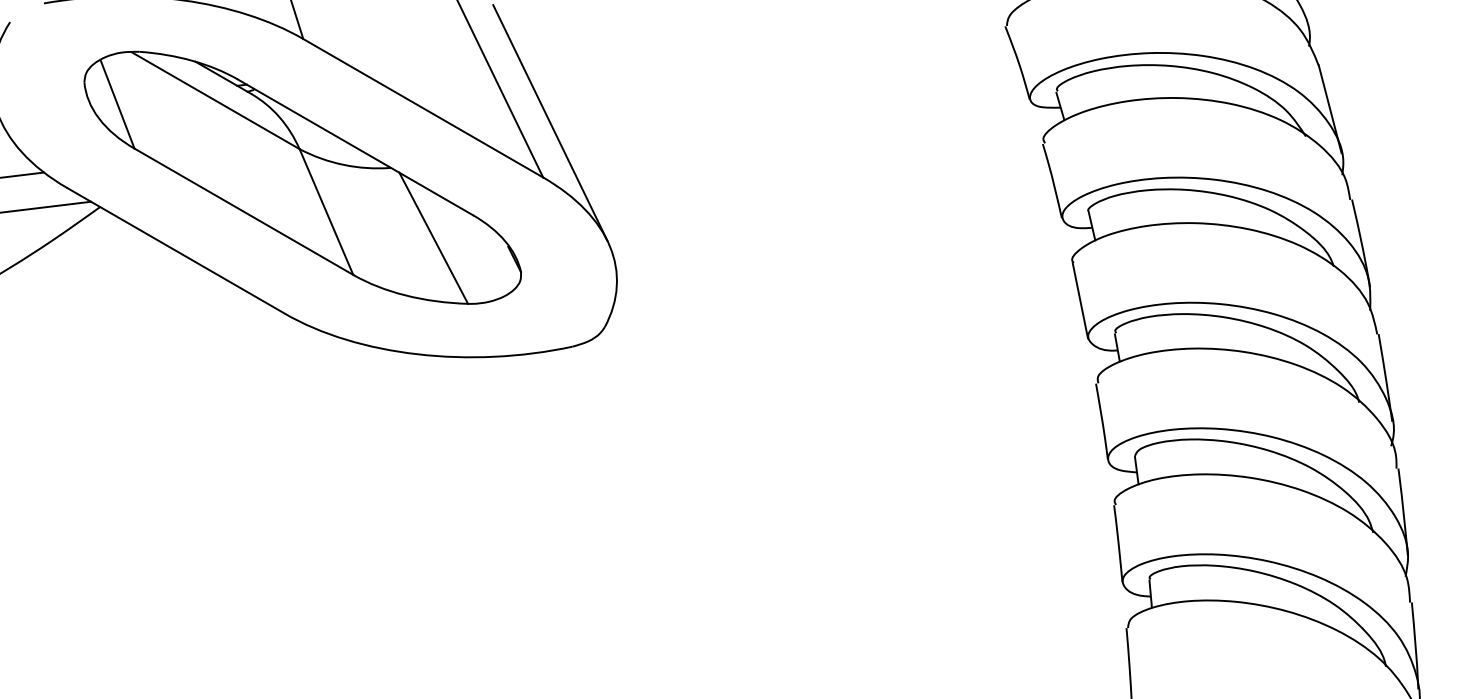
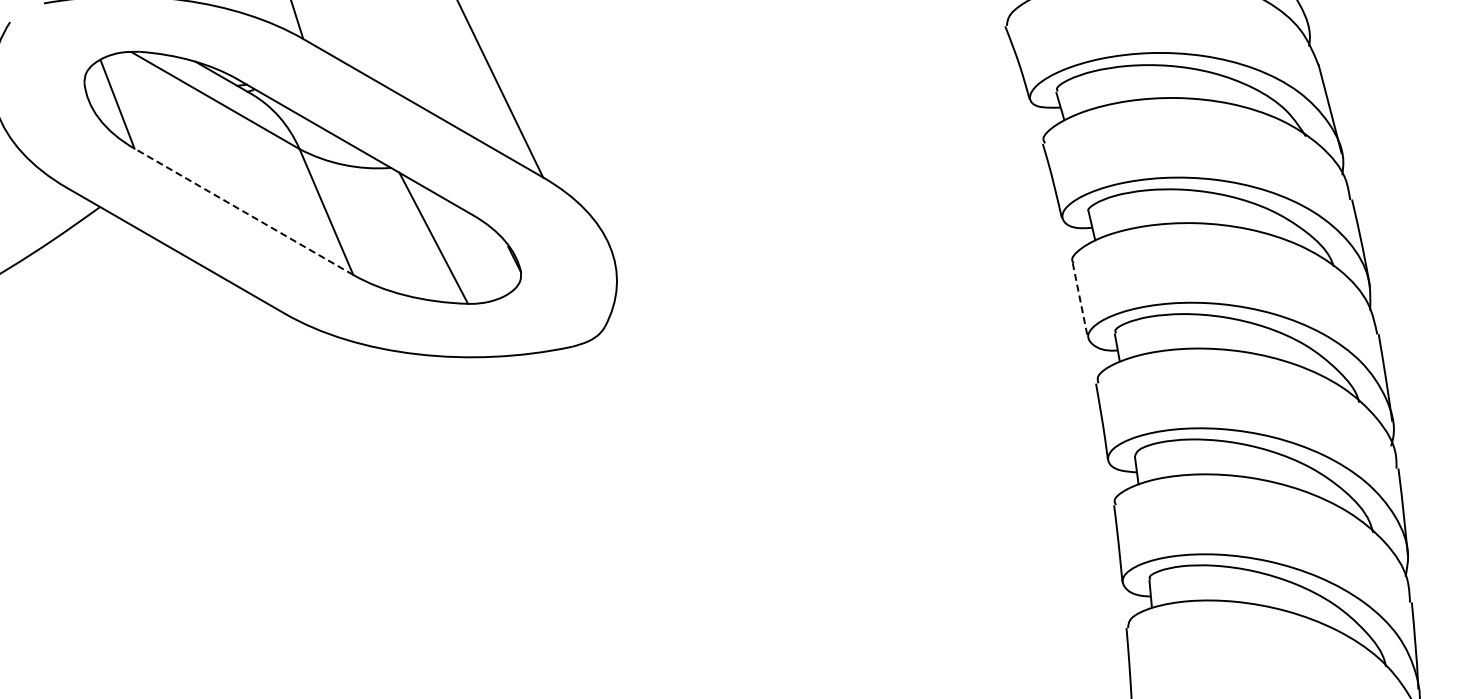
line at (550, 123): present -> none
line at (23, 174): present -> none
line at (46, 206): present -> none
line at (243, 211): solid -> dashed
line at (1080, 301): solid -> dashed
